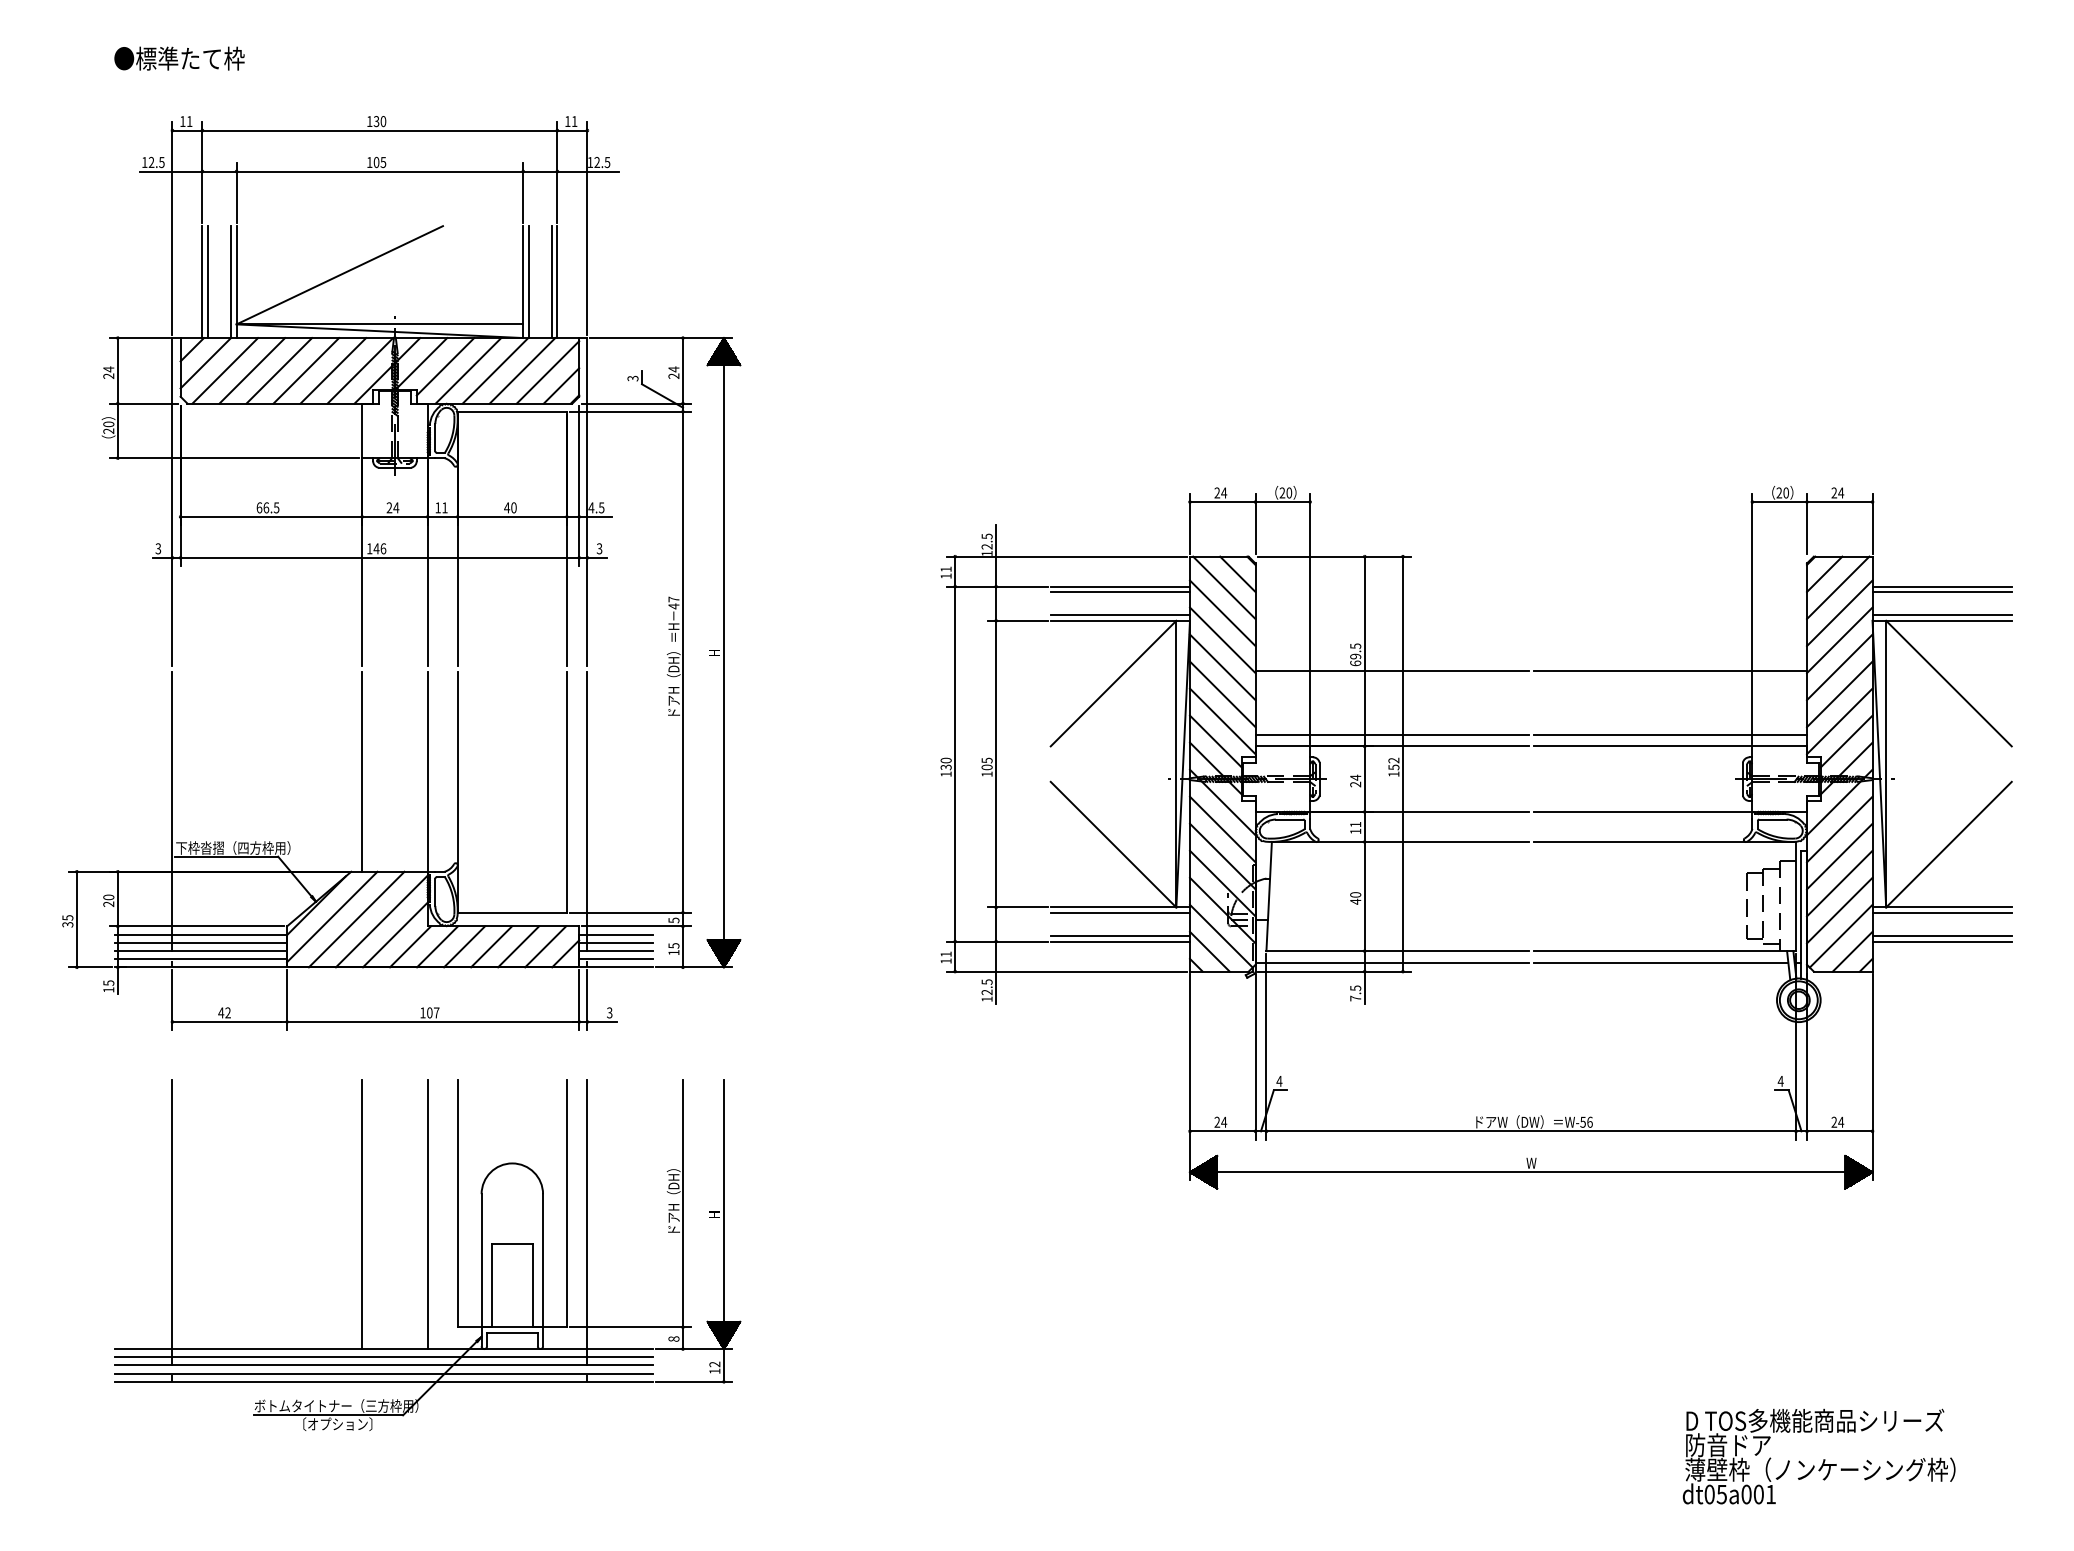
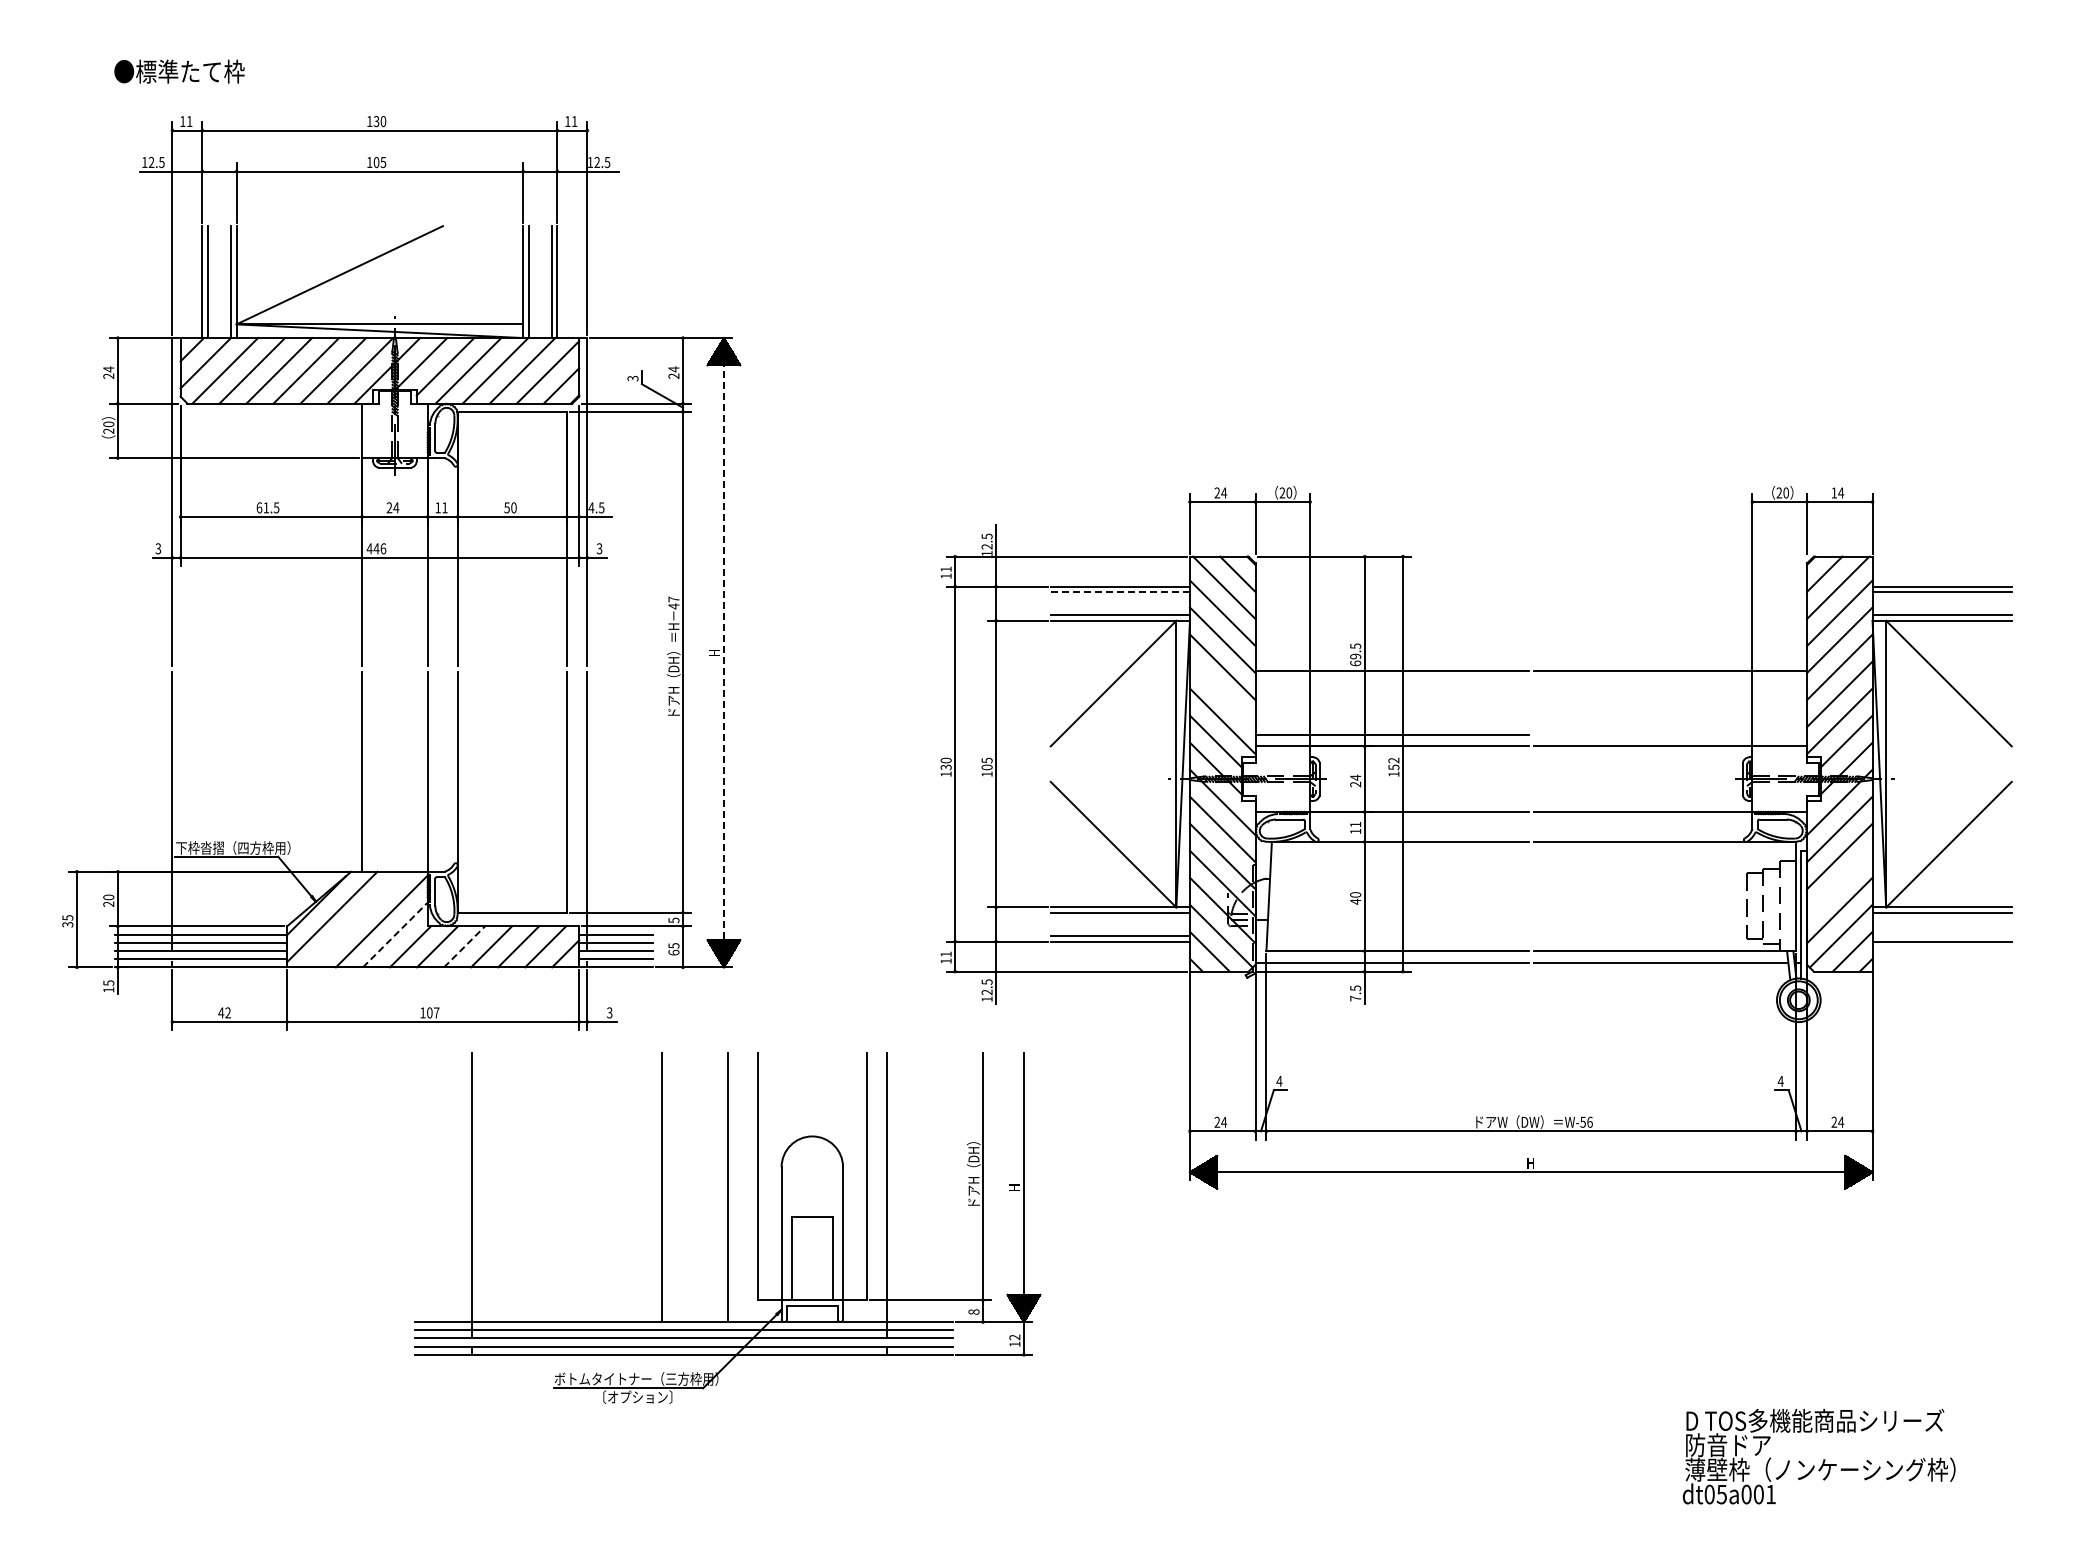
text at (179, 58) position: (179, 58) -> (179, 71)
text at (1834, 492): 24 -> 14
text at (266, 507): 66.5 -> 61.5
text at (507, 507): 40 -> 50
text at (369, 548): 146 -> 446
line at (1120, 592): solid -> dashed
line at (723, 652): solid -> dashed
line at (1222, 694): present -> none
line at (1670, 735): present -> none
line at (1839, 883): present -> none
line at (356, 919): present -> none
line at (395, 935): solid -> dashed
line at (1941, 936): present -> none
line at (464, 946): solid -> dashed
text at (673, 952): 15 -> 65
text at (1531, 1162): W -> H
part at (427, 1254) position: (427, 1254) -> (727, 1227)
